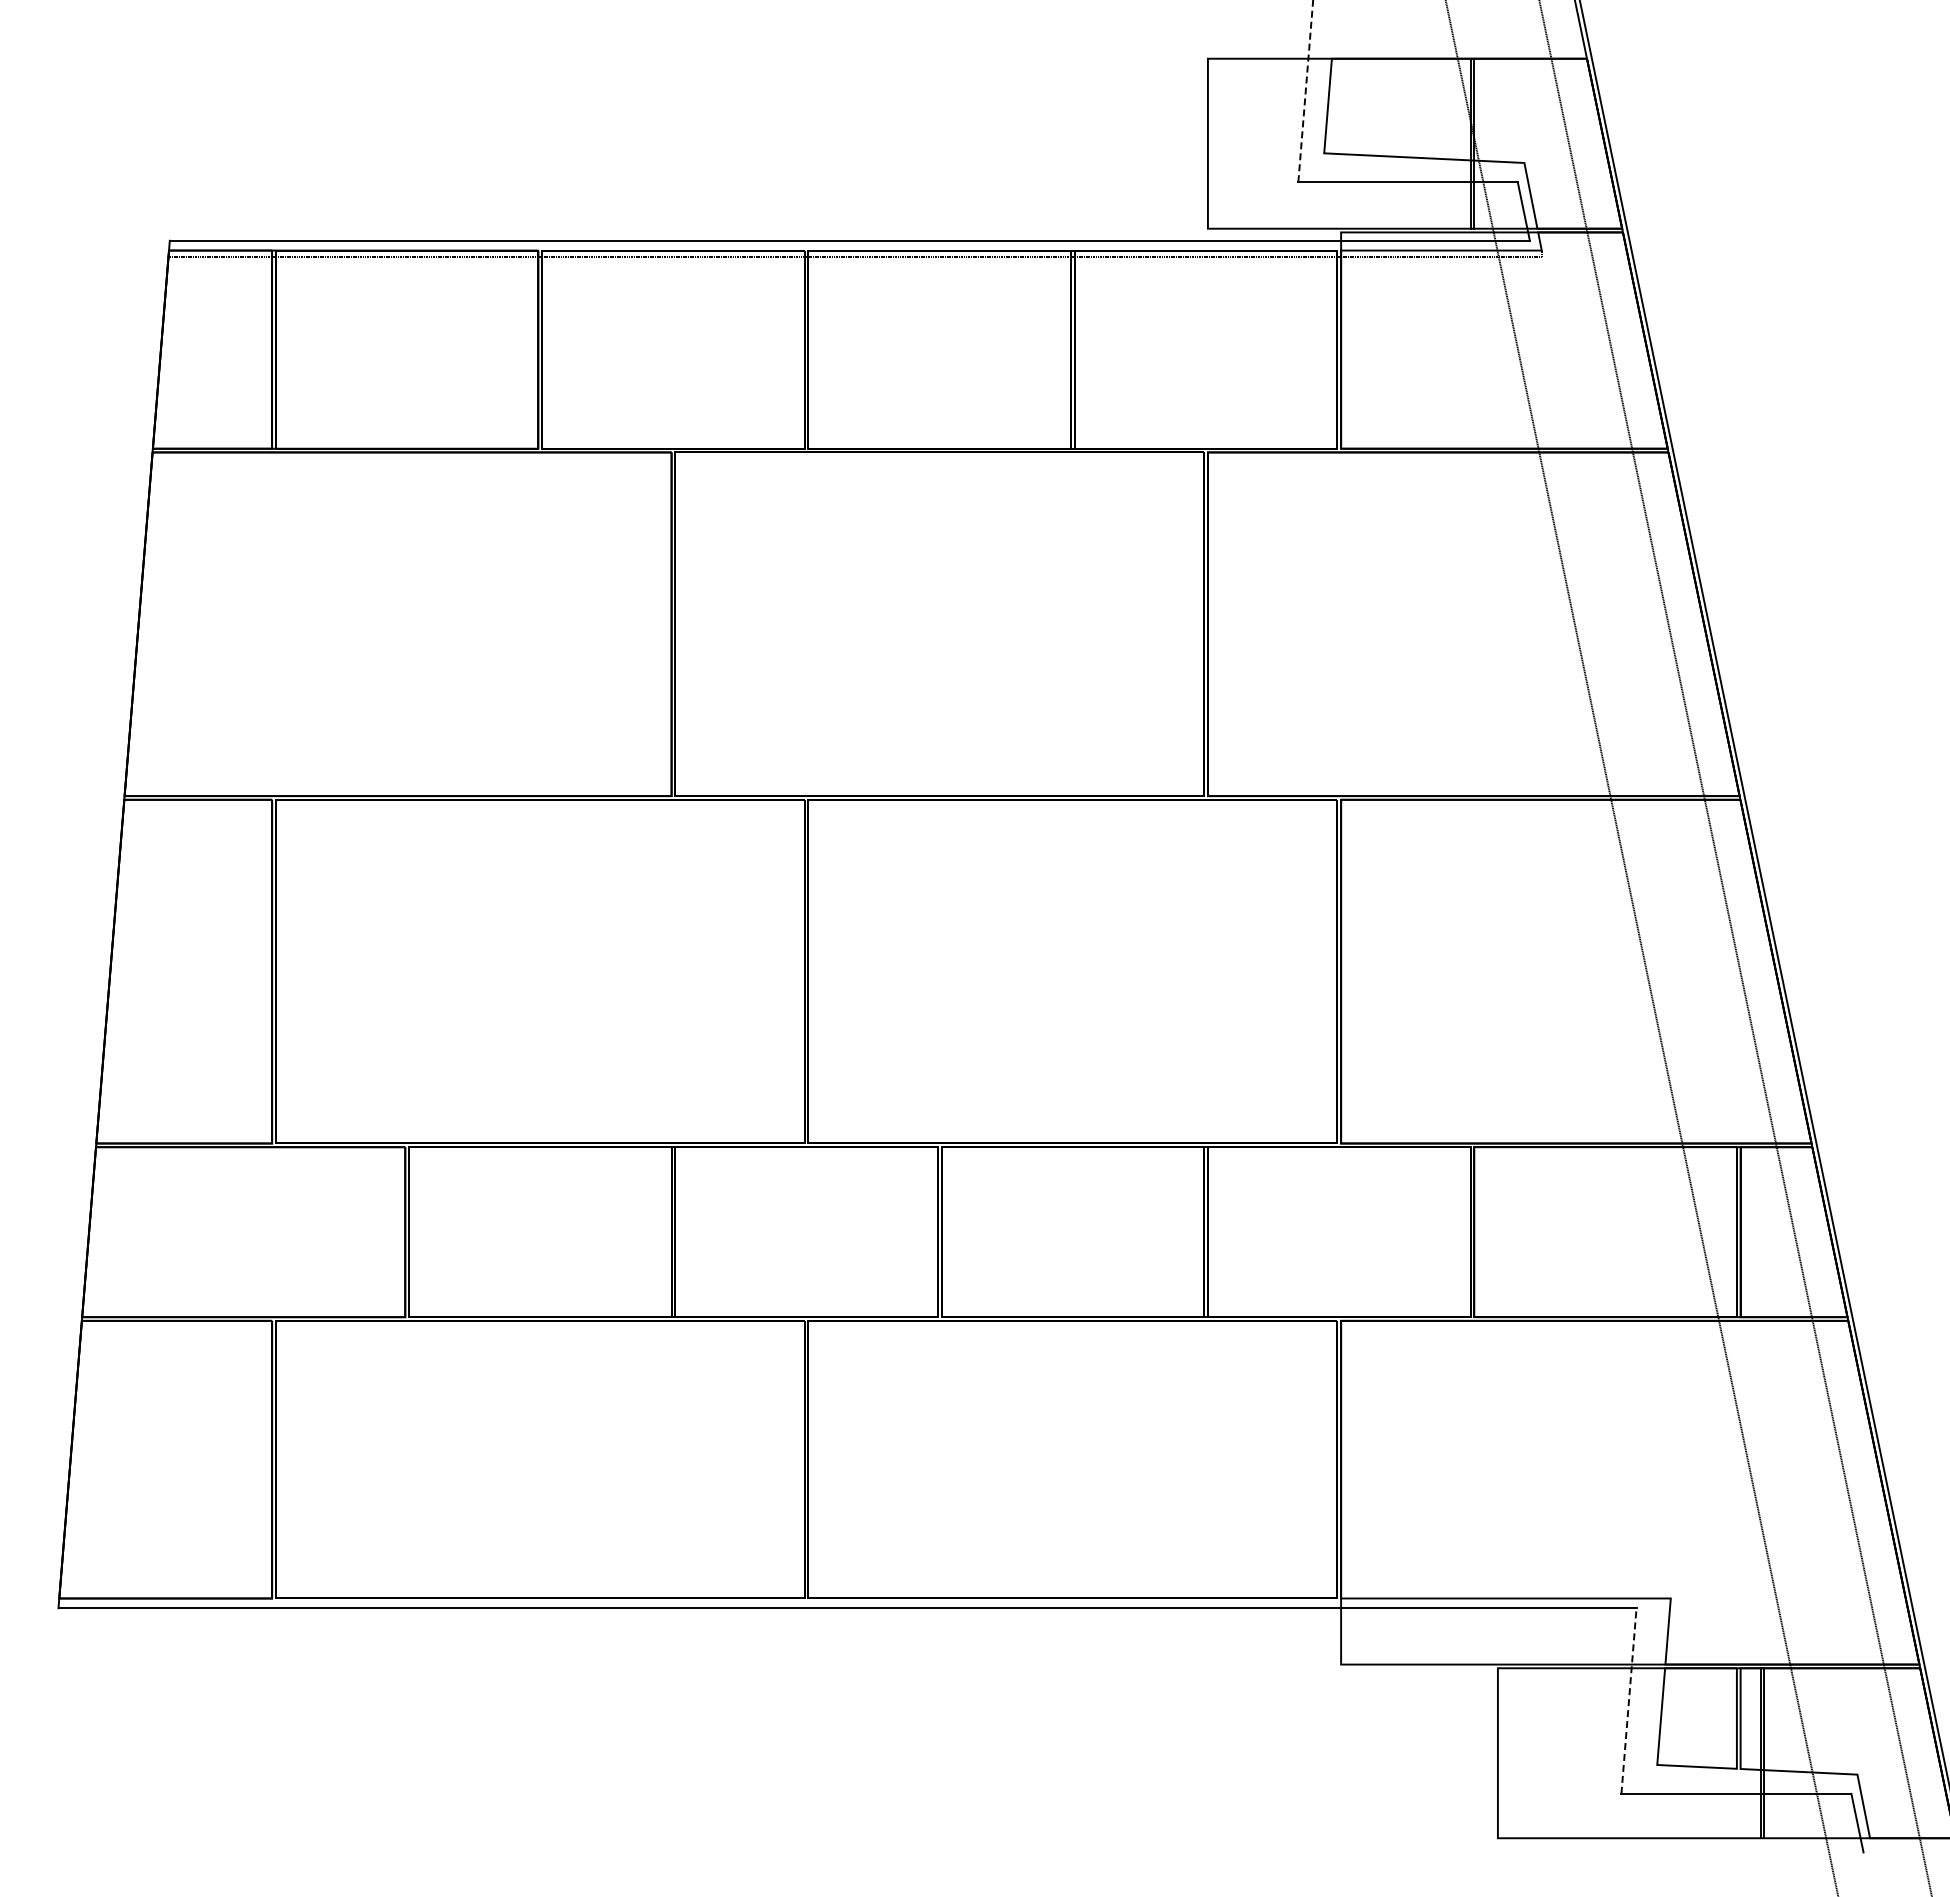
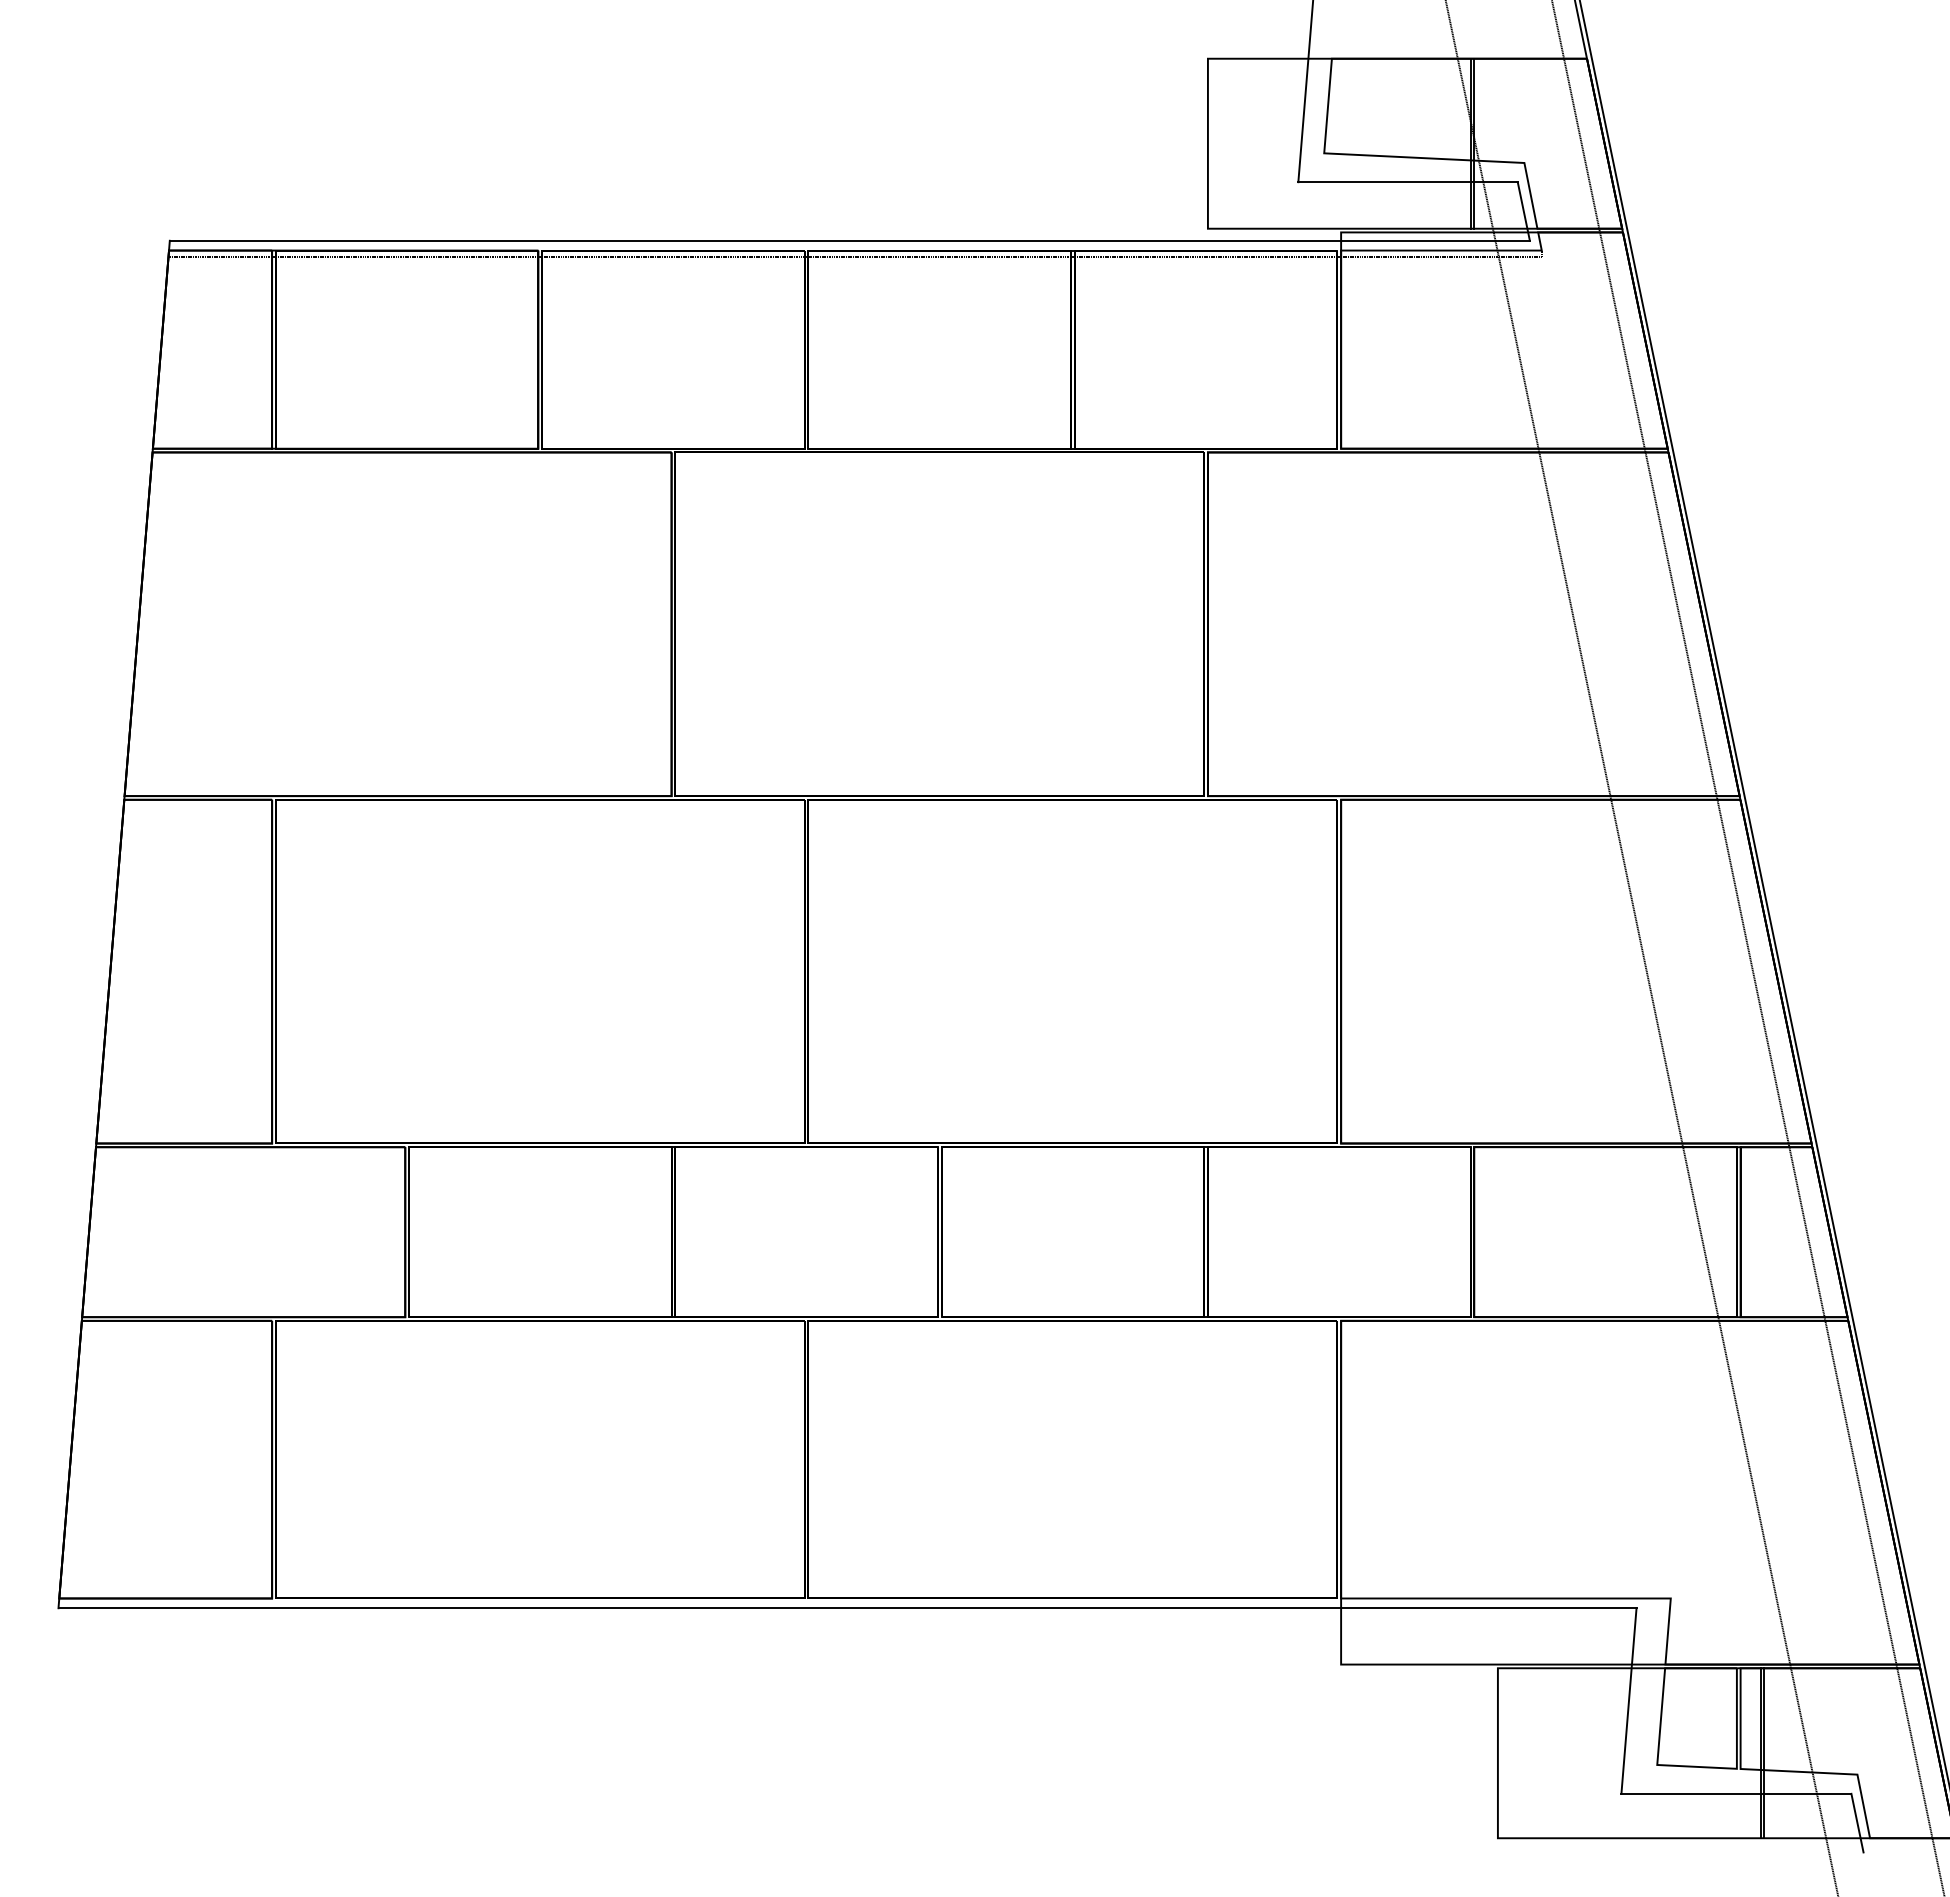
line at (1305, 90): dashed -> solid
line at (1735, 947) position: (1735, 947) -> (1747, 947)
line at (1629, 1700): dashed -> solid
